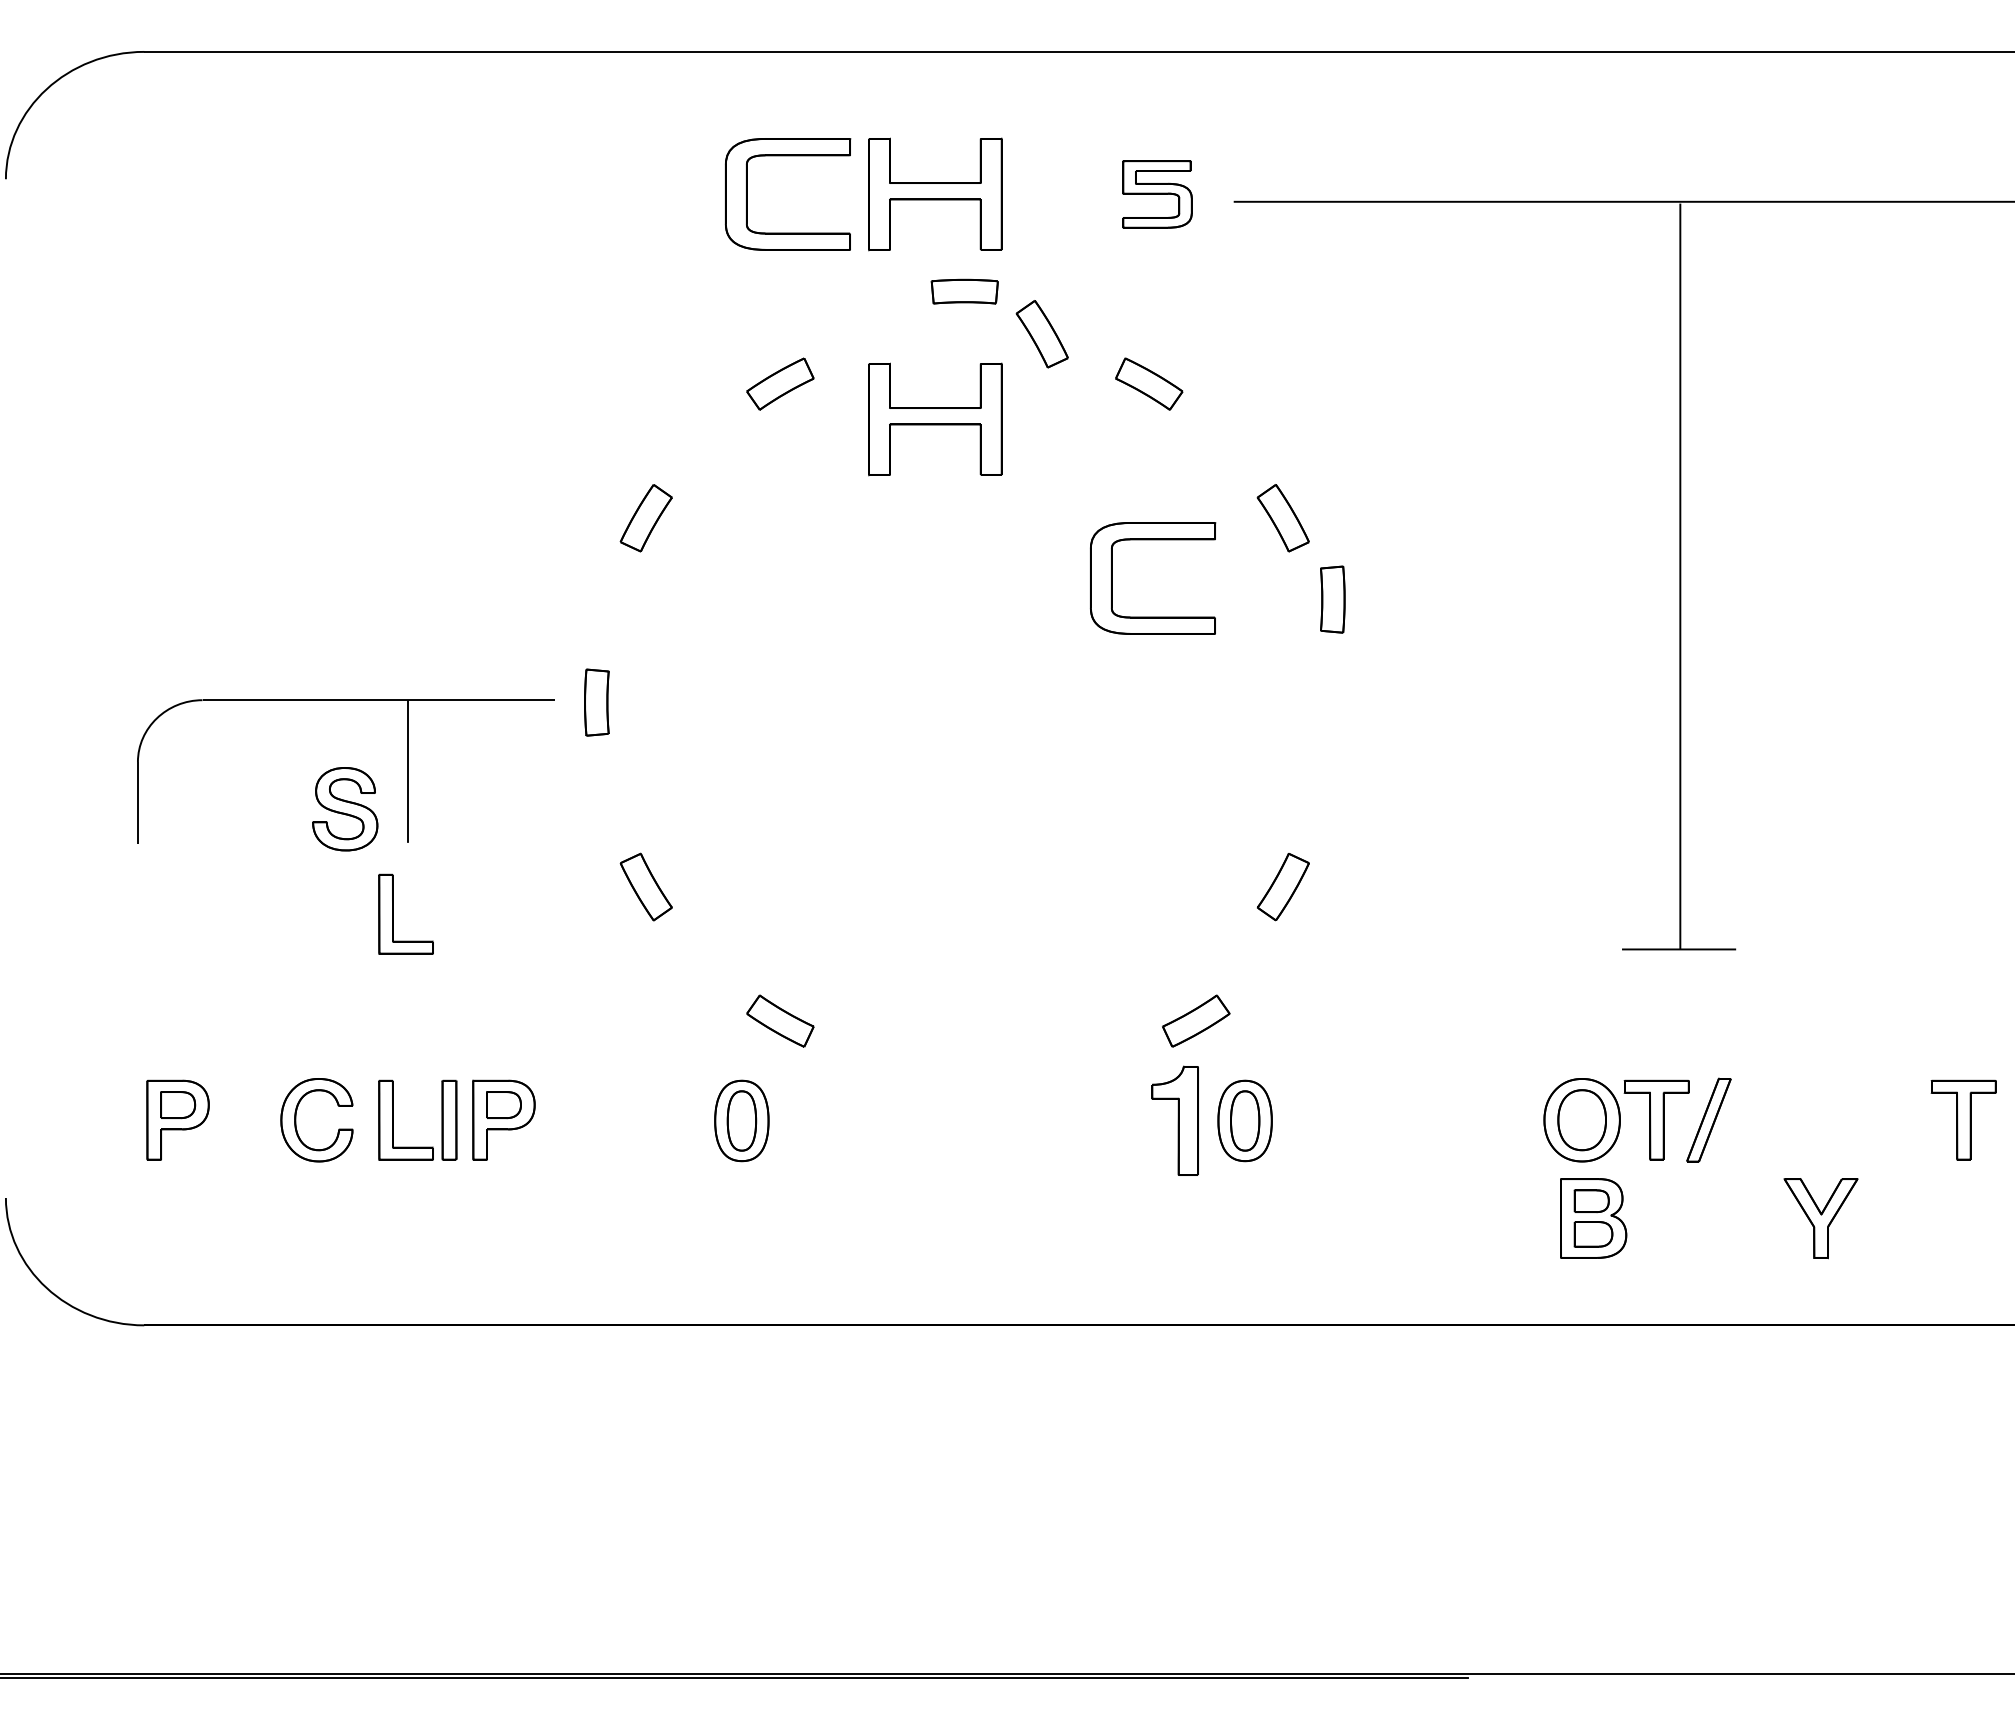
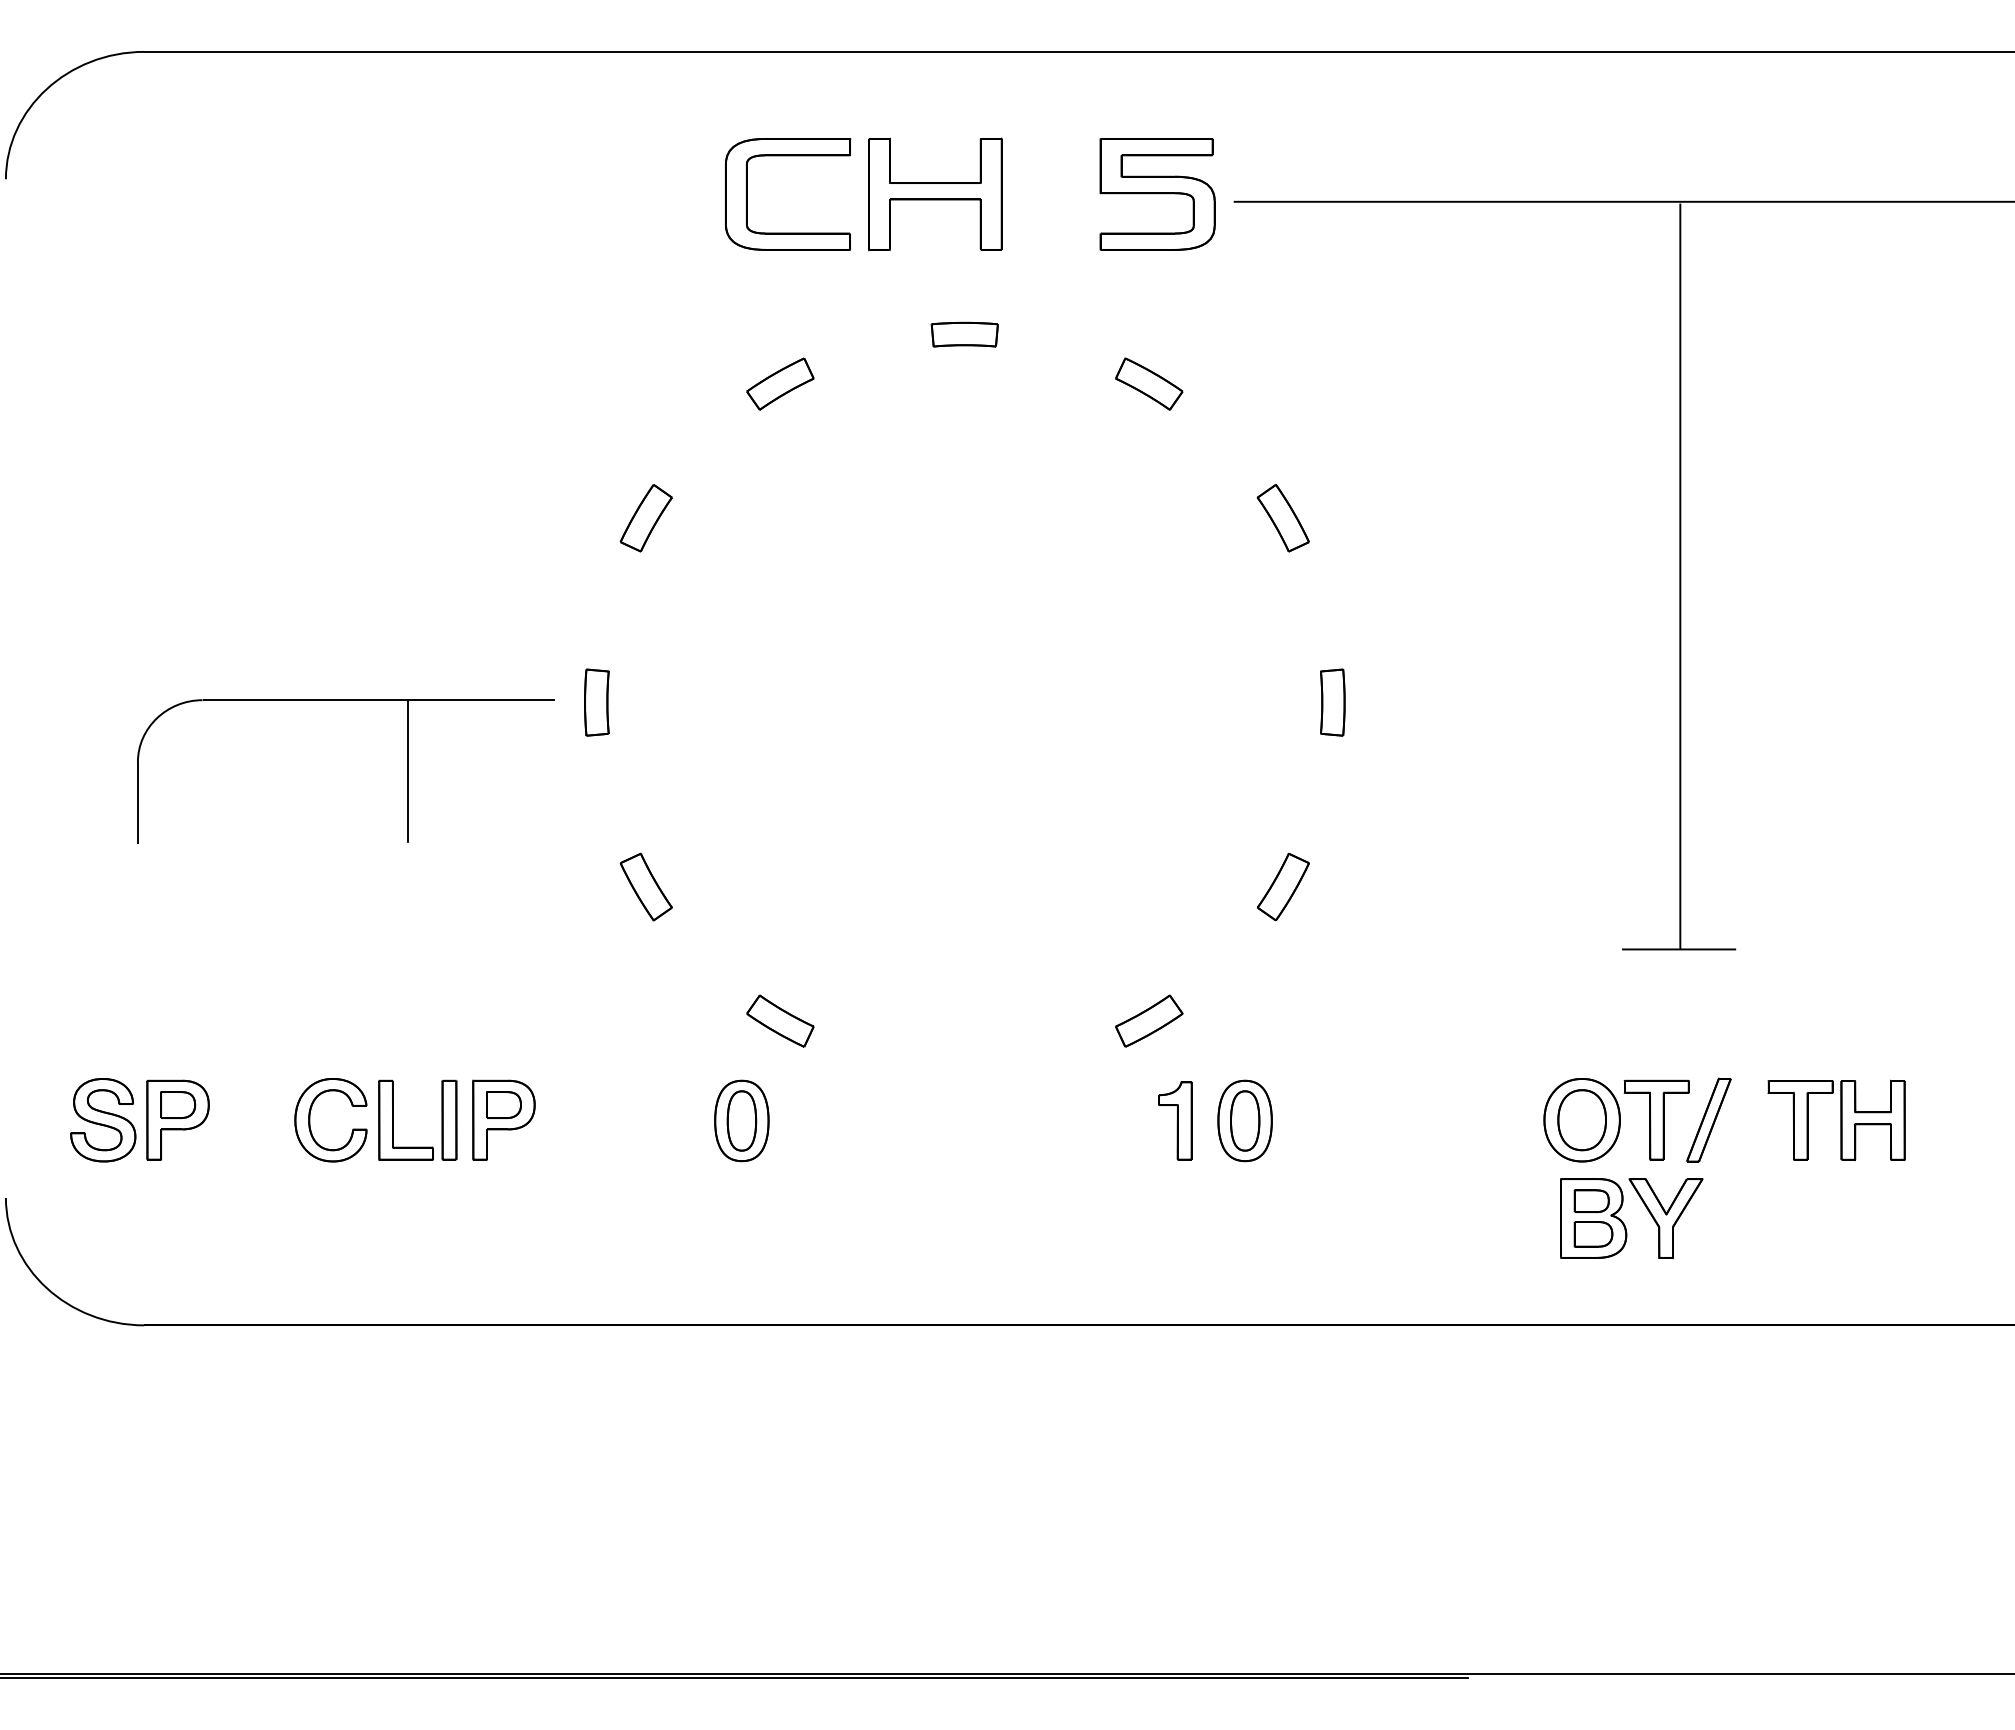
part at (1157, 194) size: 71x69 px -> 117x113 px
part at (964, 291) position: (964, 291) -> (964, 334)
part at (1041, 334): present -> none
part at (935, 419): present -> none
part at (1152, 540): present -> none
part at (1332, 599) position: (1332, 599) -> (1332, 702)
part at (345, 809) position: (345, 809) -> (103, 1120)
part at (393, 913): present -> none
part at (1196, 1020) position: (1196, 1020) -> (1149, 1020)
part at (1963, 1119): present -> none
part at (296, 1120) position: (296, 1120) -> (310, 1120)
part at (1174, 1120) size: 48x111 px -> 35x80 px
part at (1836, 1120): none -> present
part at (1820, 1218) position: (1820, 1218) -> (1665, 1218)
